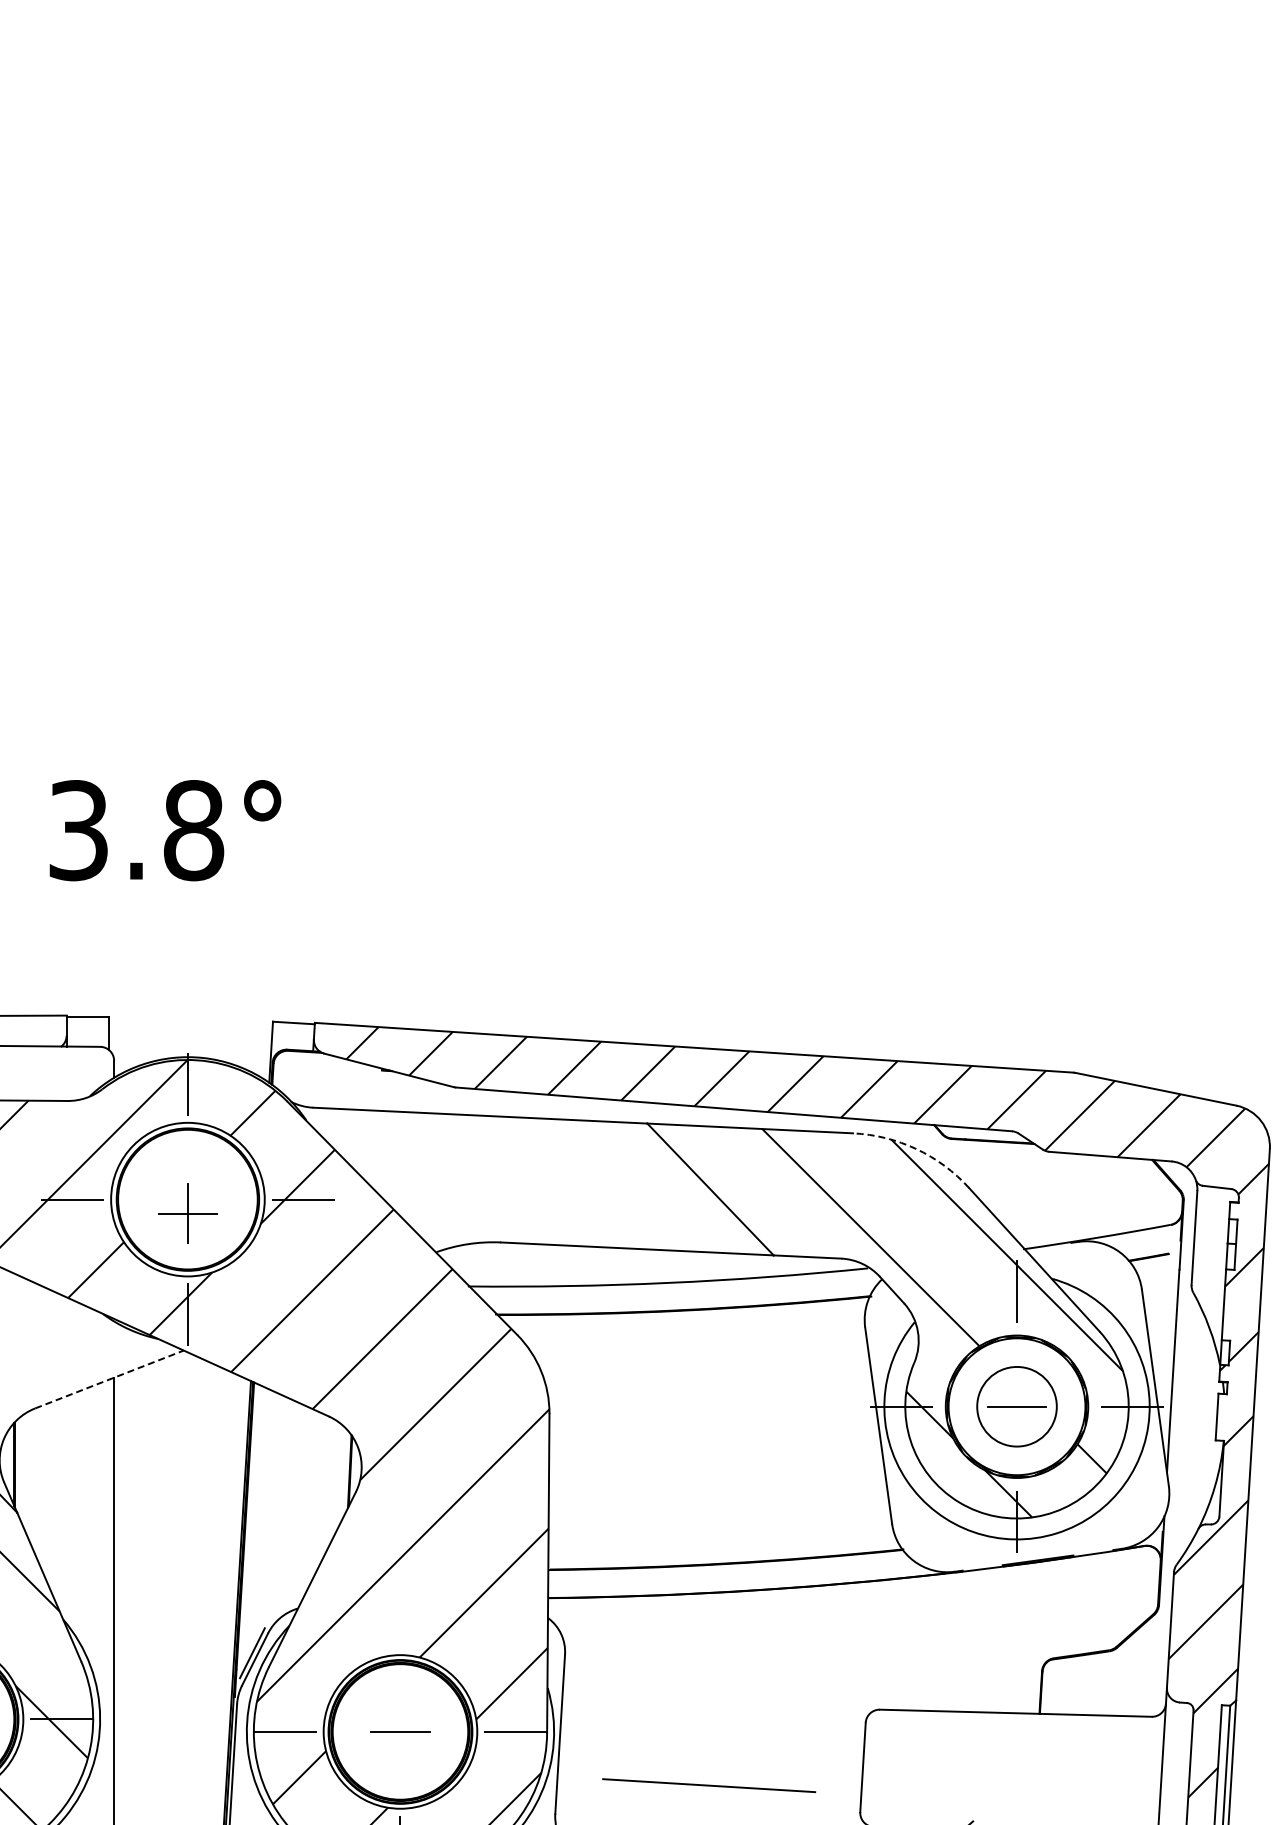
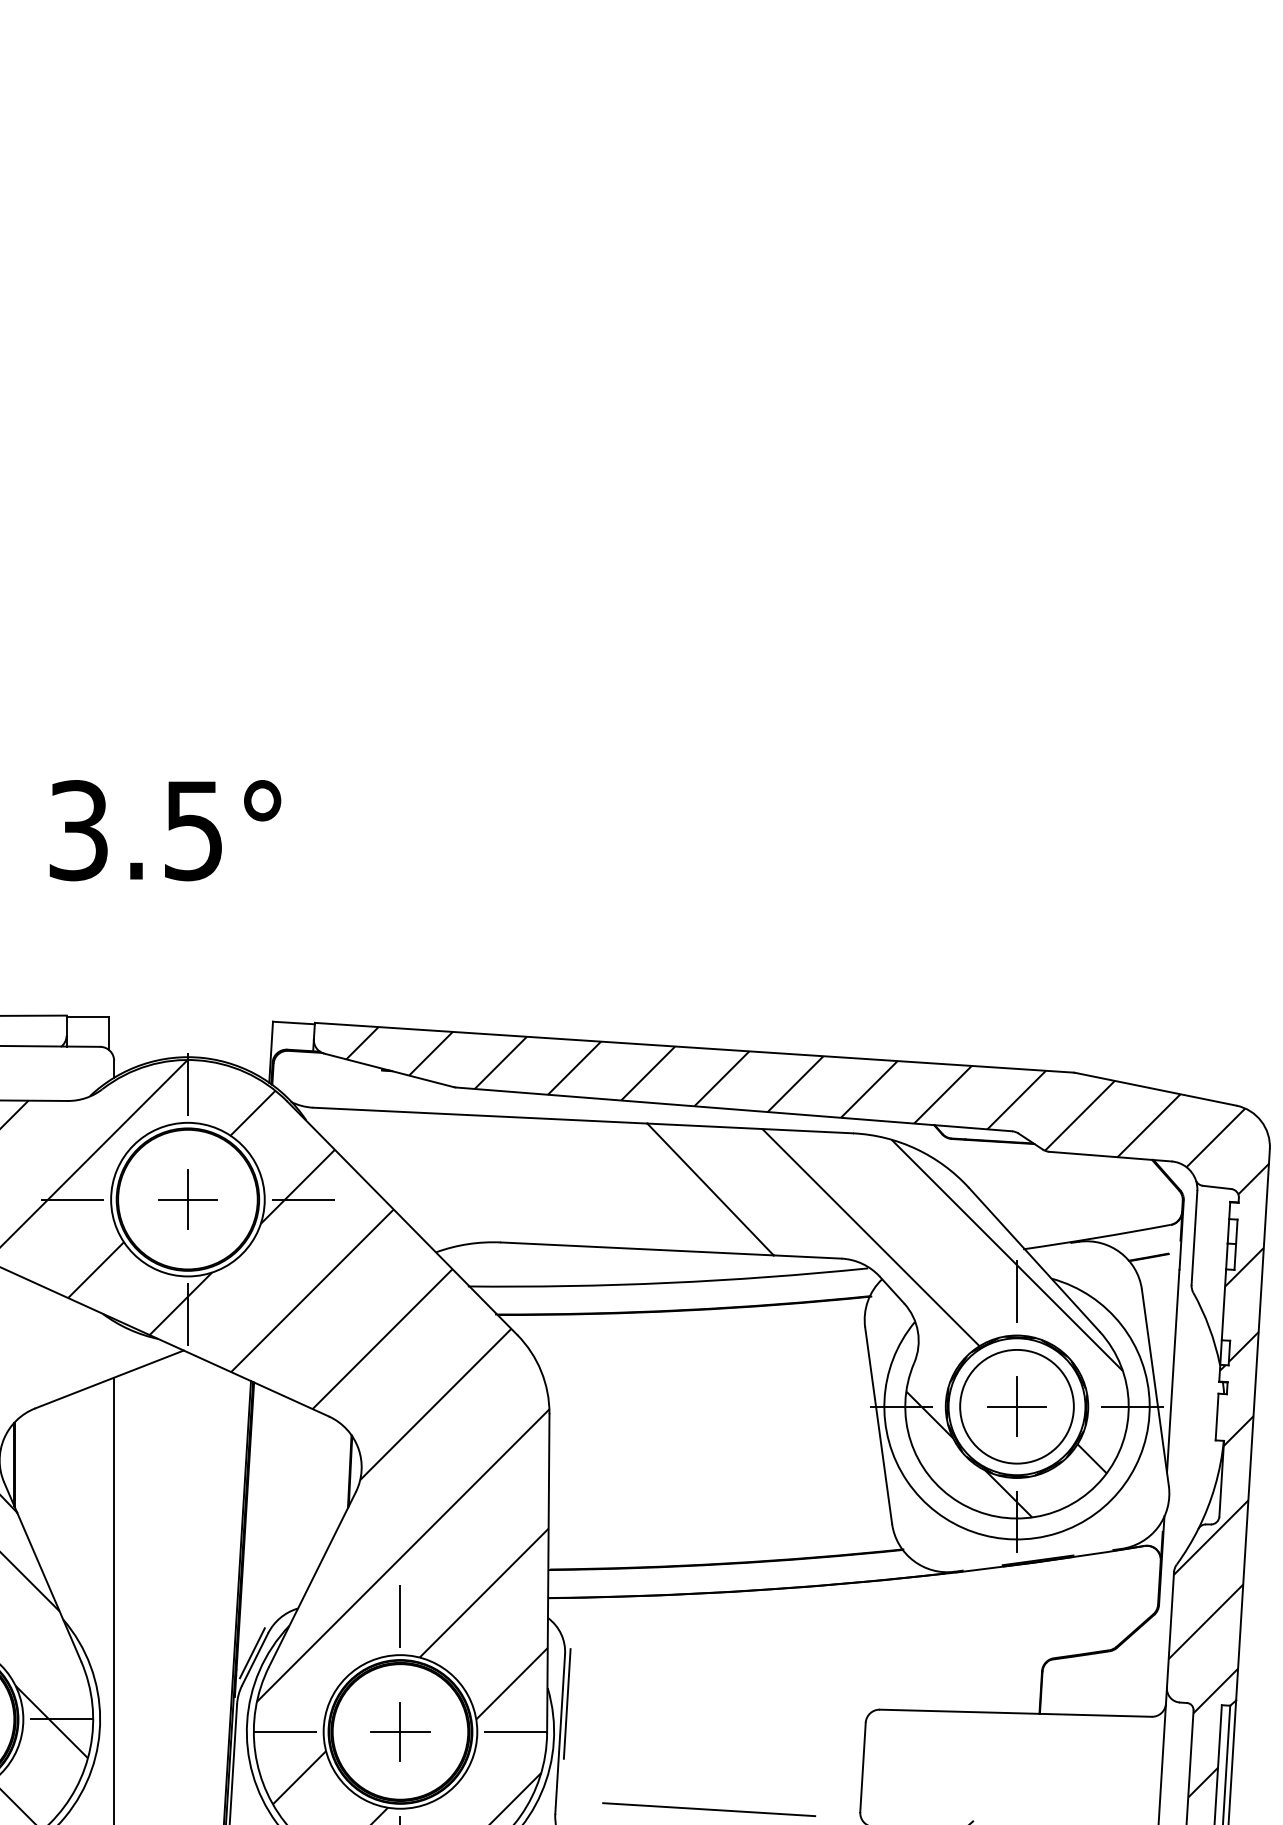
text at (193, 830): 3.8° -> 3.5°
arc at (916, 1149): dashed -> solid
part at (187, 1213) position: (187, 1213) -> (187, 1199)
line at (109, 1379): dashed -> solid
circle at (1016, 1406) diameter: 80 px -> 114 px
line at (1017, 1406): none -> present
line at (400, 1616): none -> present
line at (566, 1703): none -> present
line at (400, 1731): none -> present
line at (709, 1785) position: (709, 1785) -> (709, 1809)
